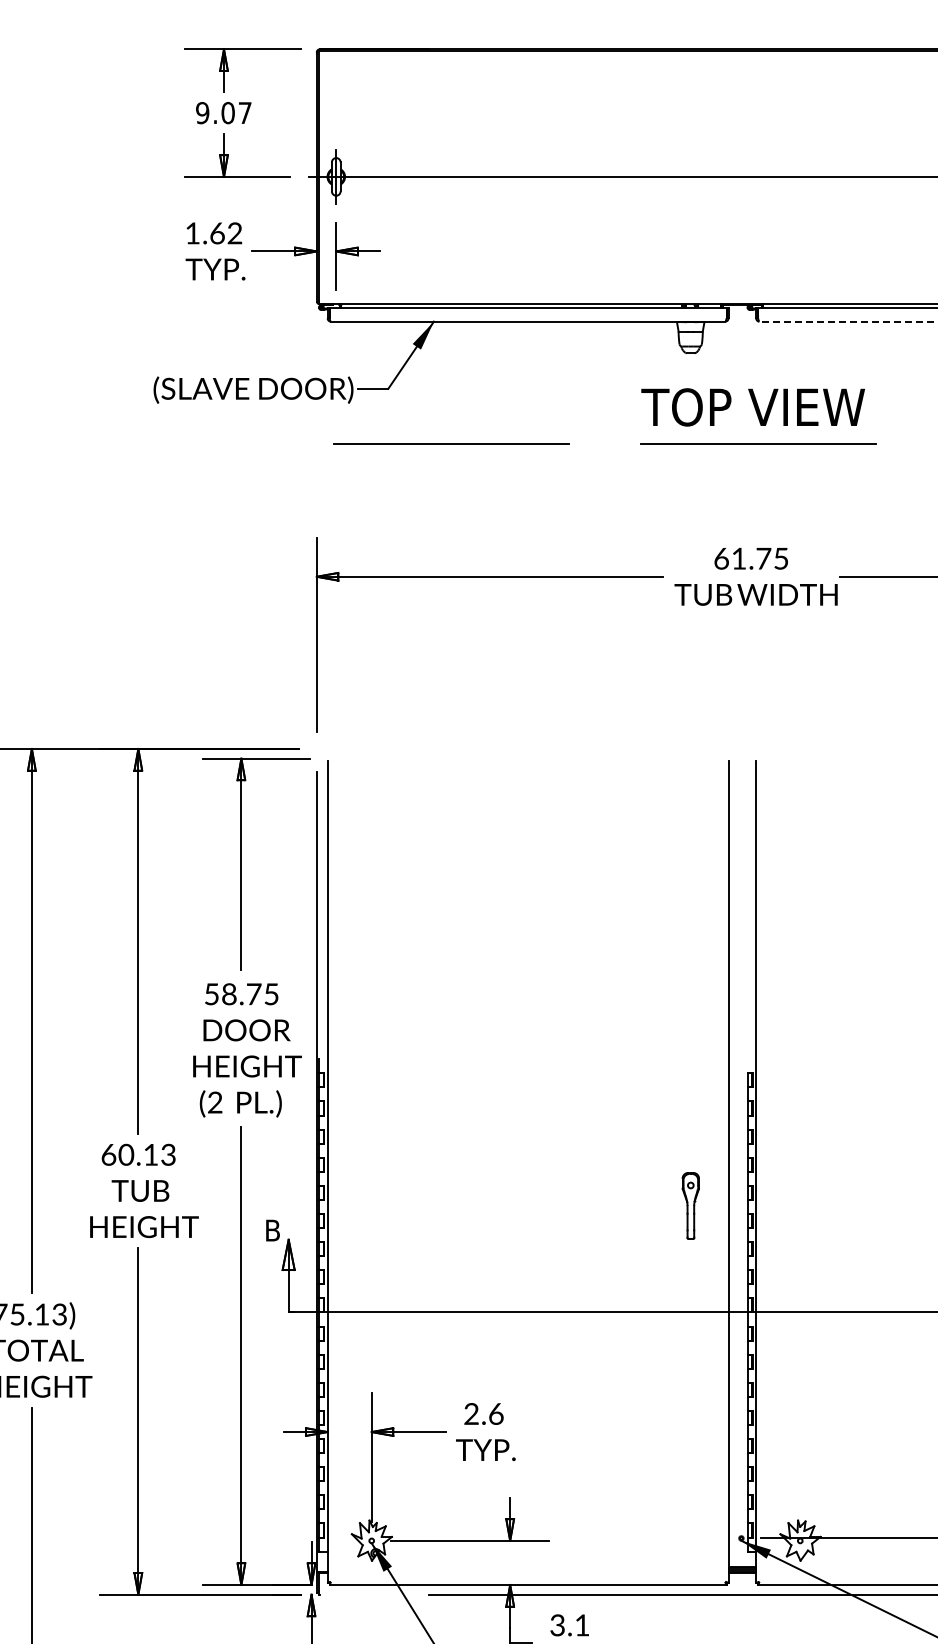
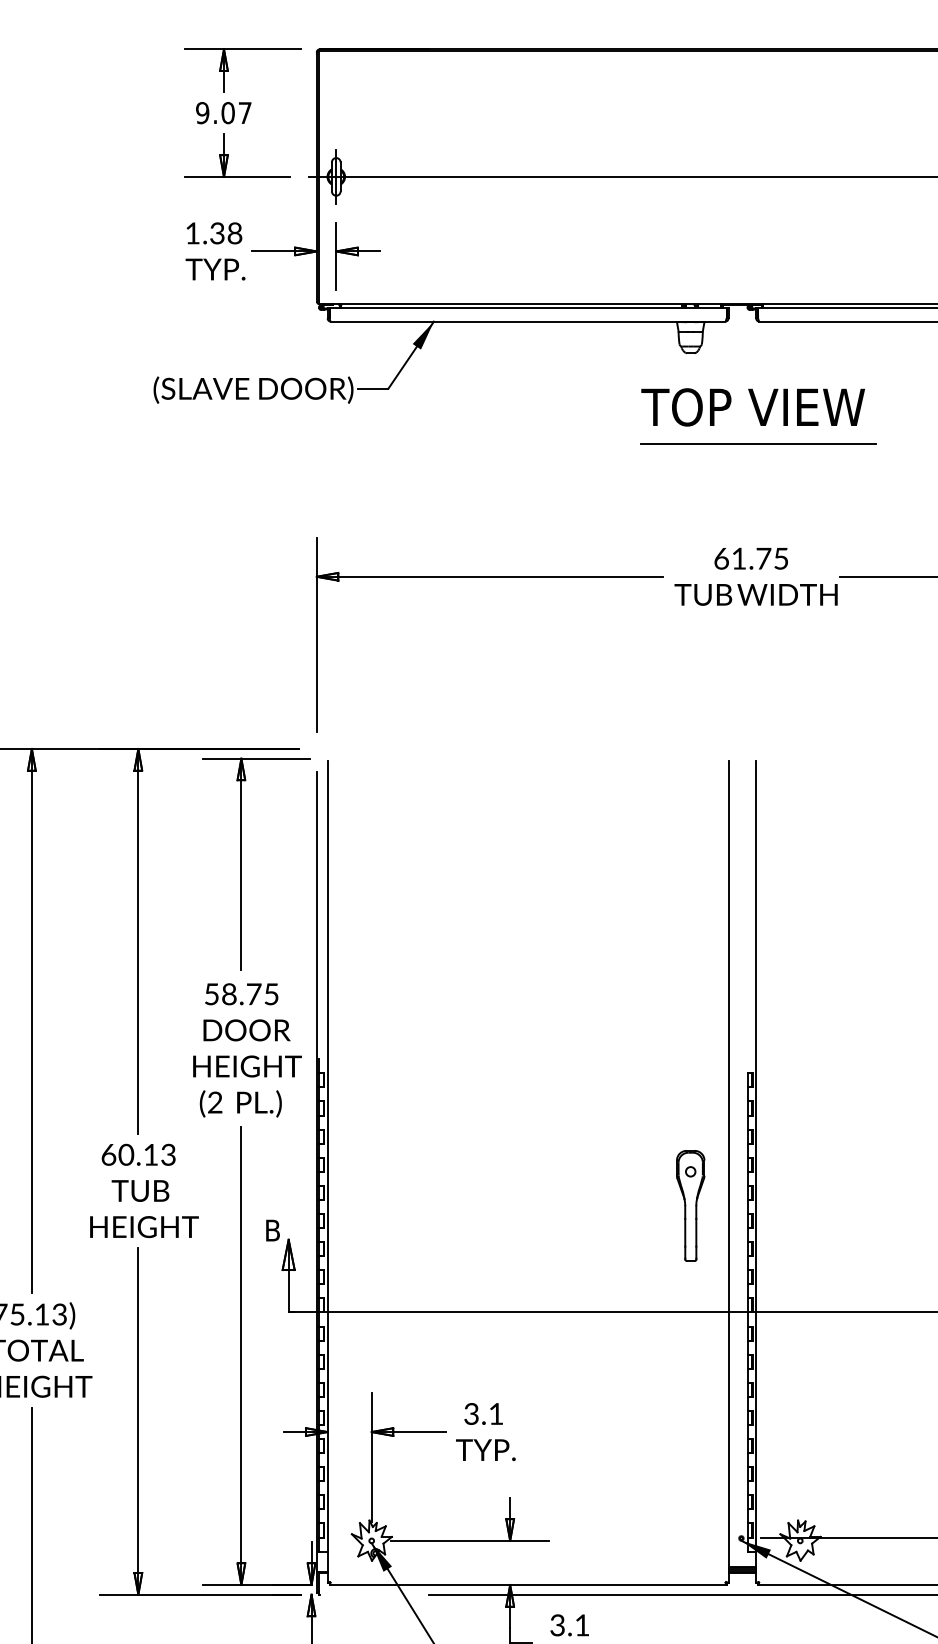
text at (226, 233): 1.62 -> 1.38
line at (848, 321): dashed -> solid
line at (451, 443): present -> none
part at (690, 1205) size: 19x68 px -> 30x112 px
text at (483, 1413): 2.6 -> 3.1
